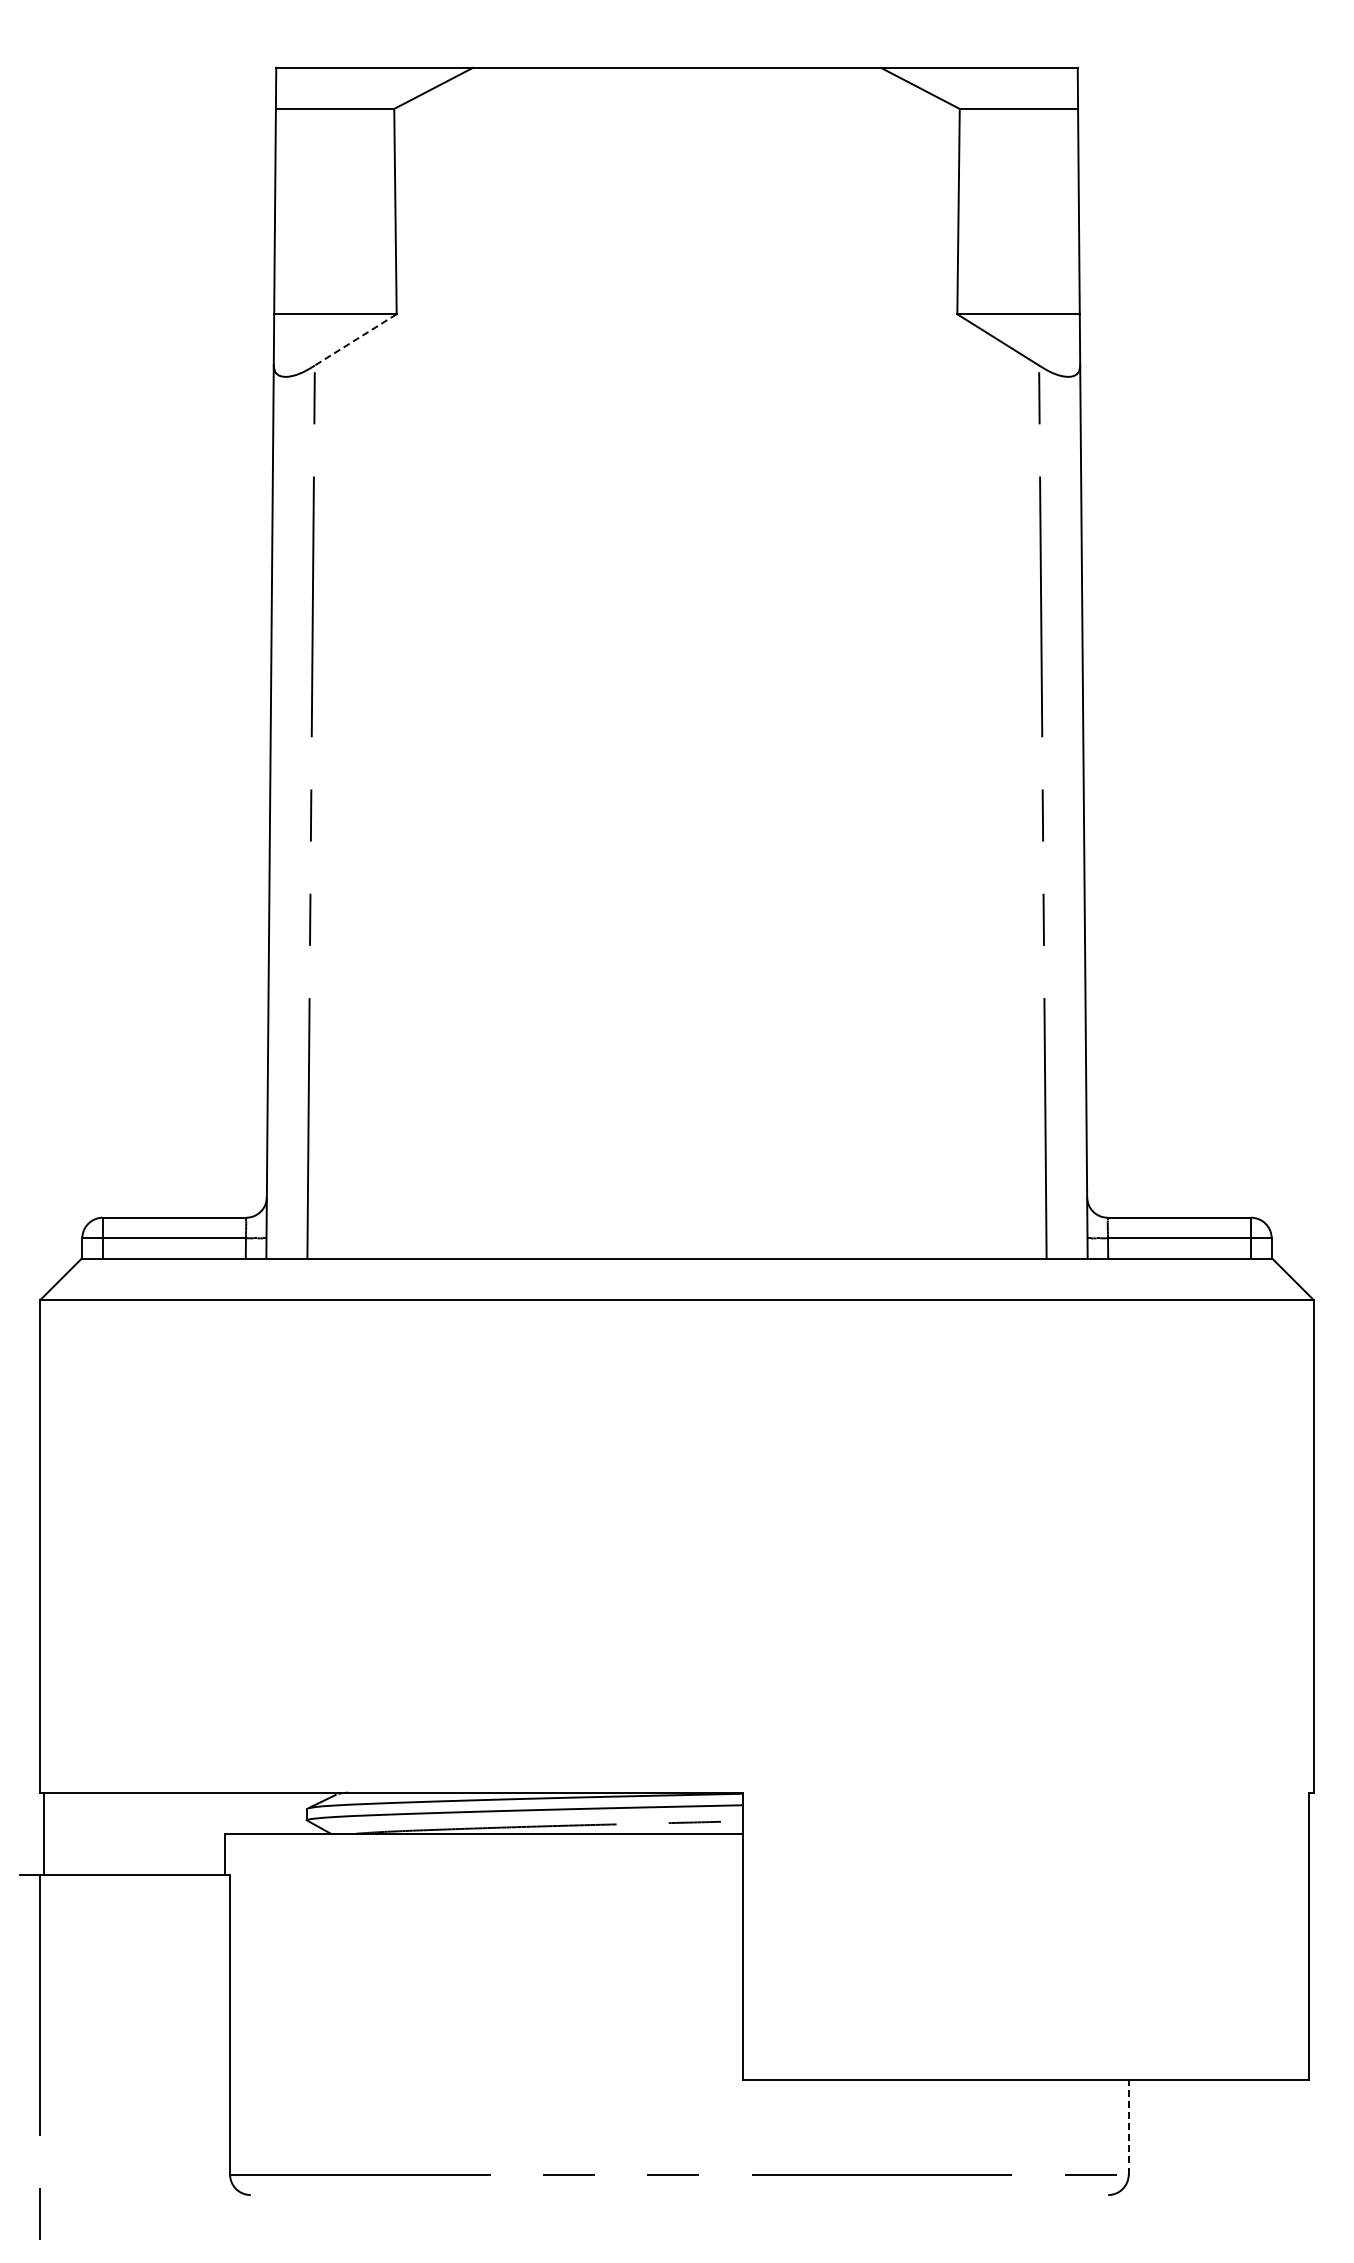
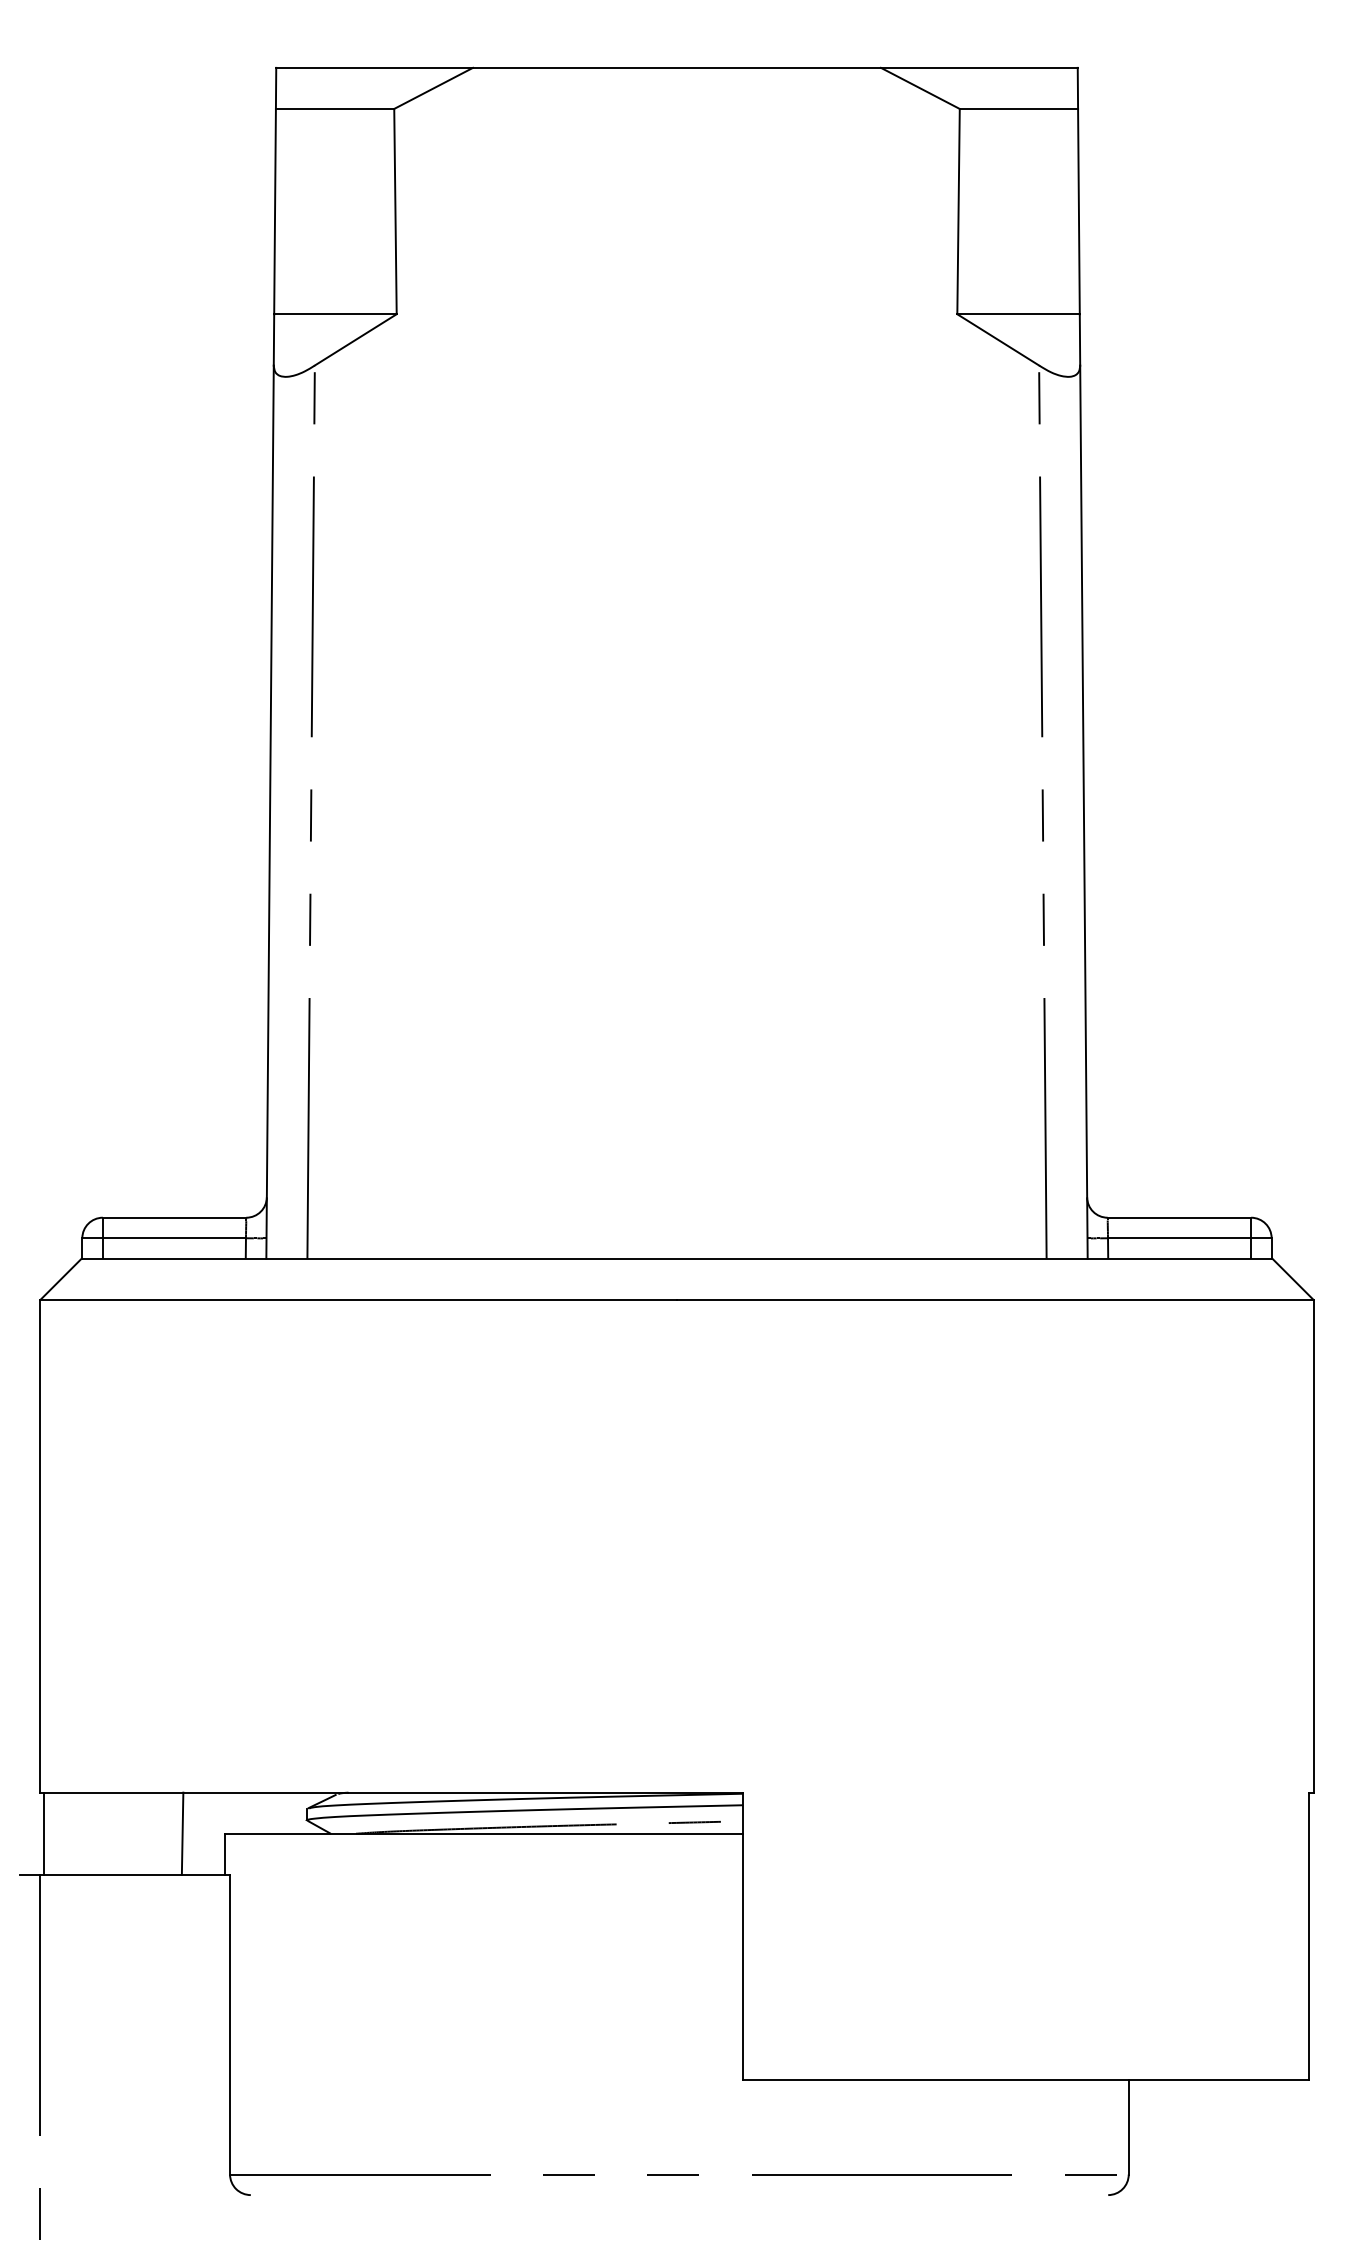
line at (355, 340): dashed -> solid
line at (182, 1833): none -> present
line at (1128, 2126): dashed -> solid
